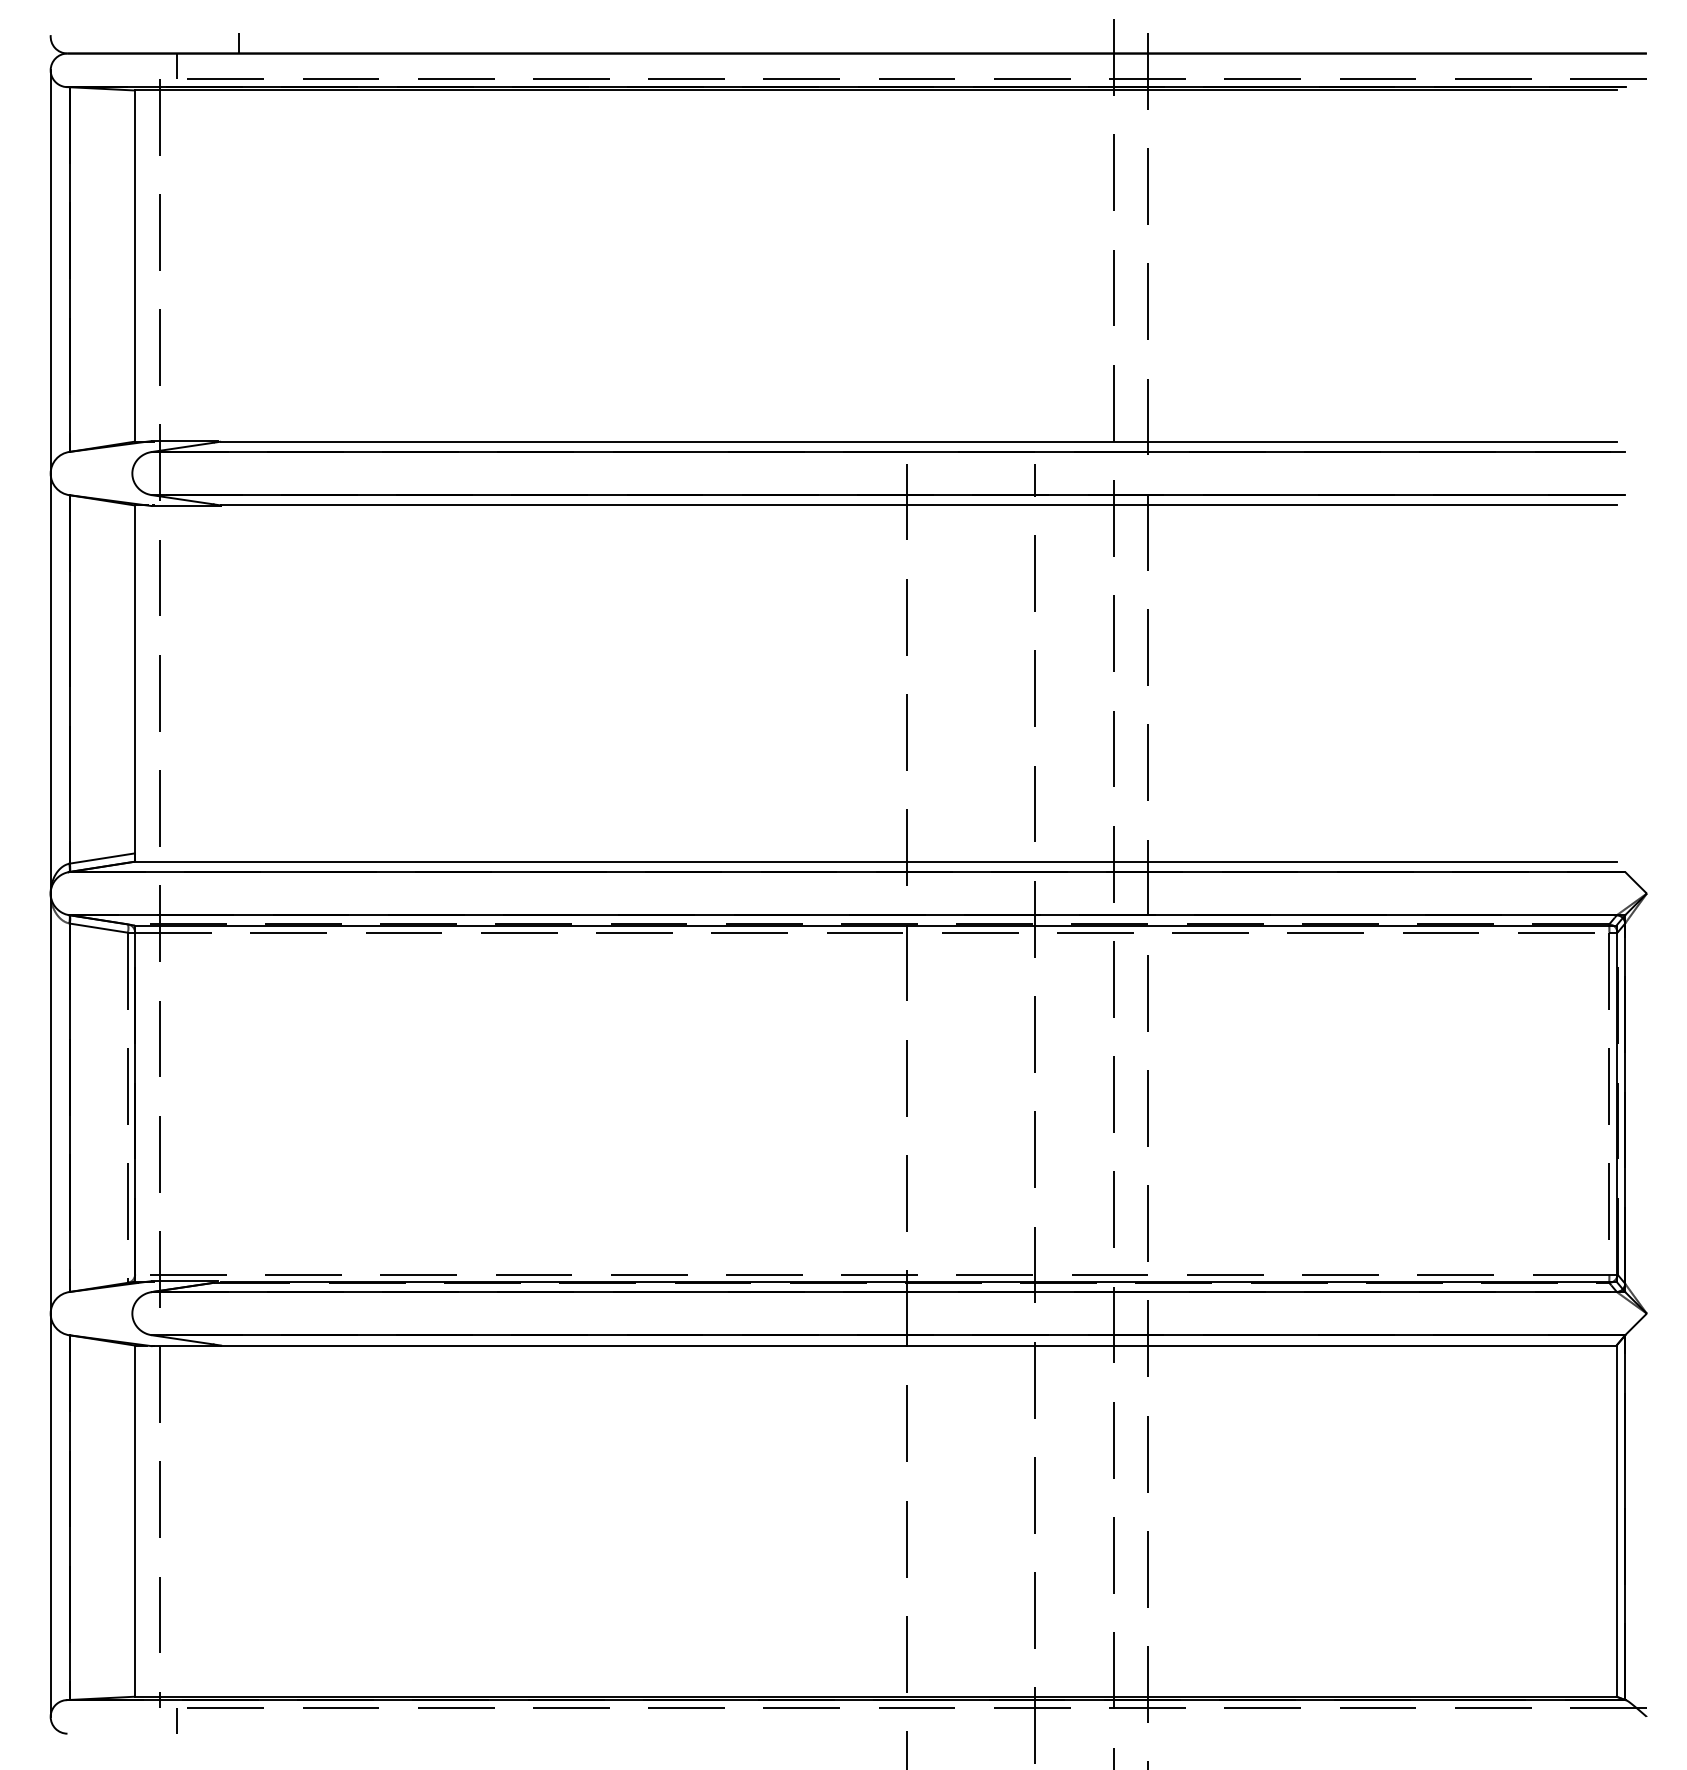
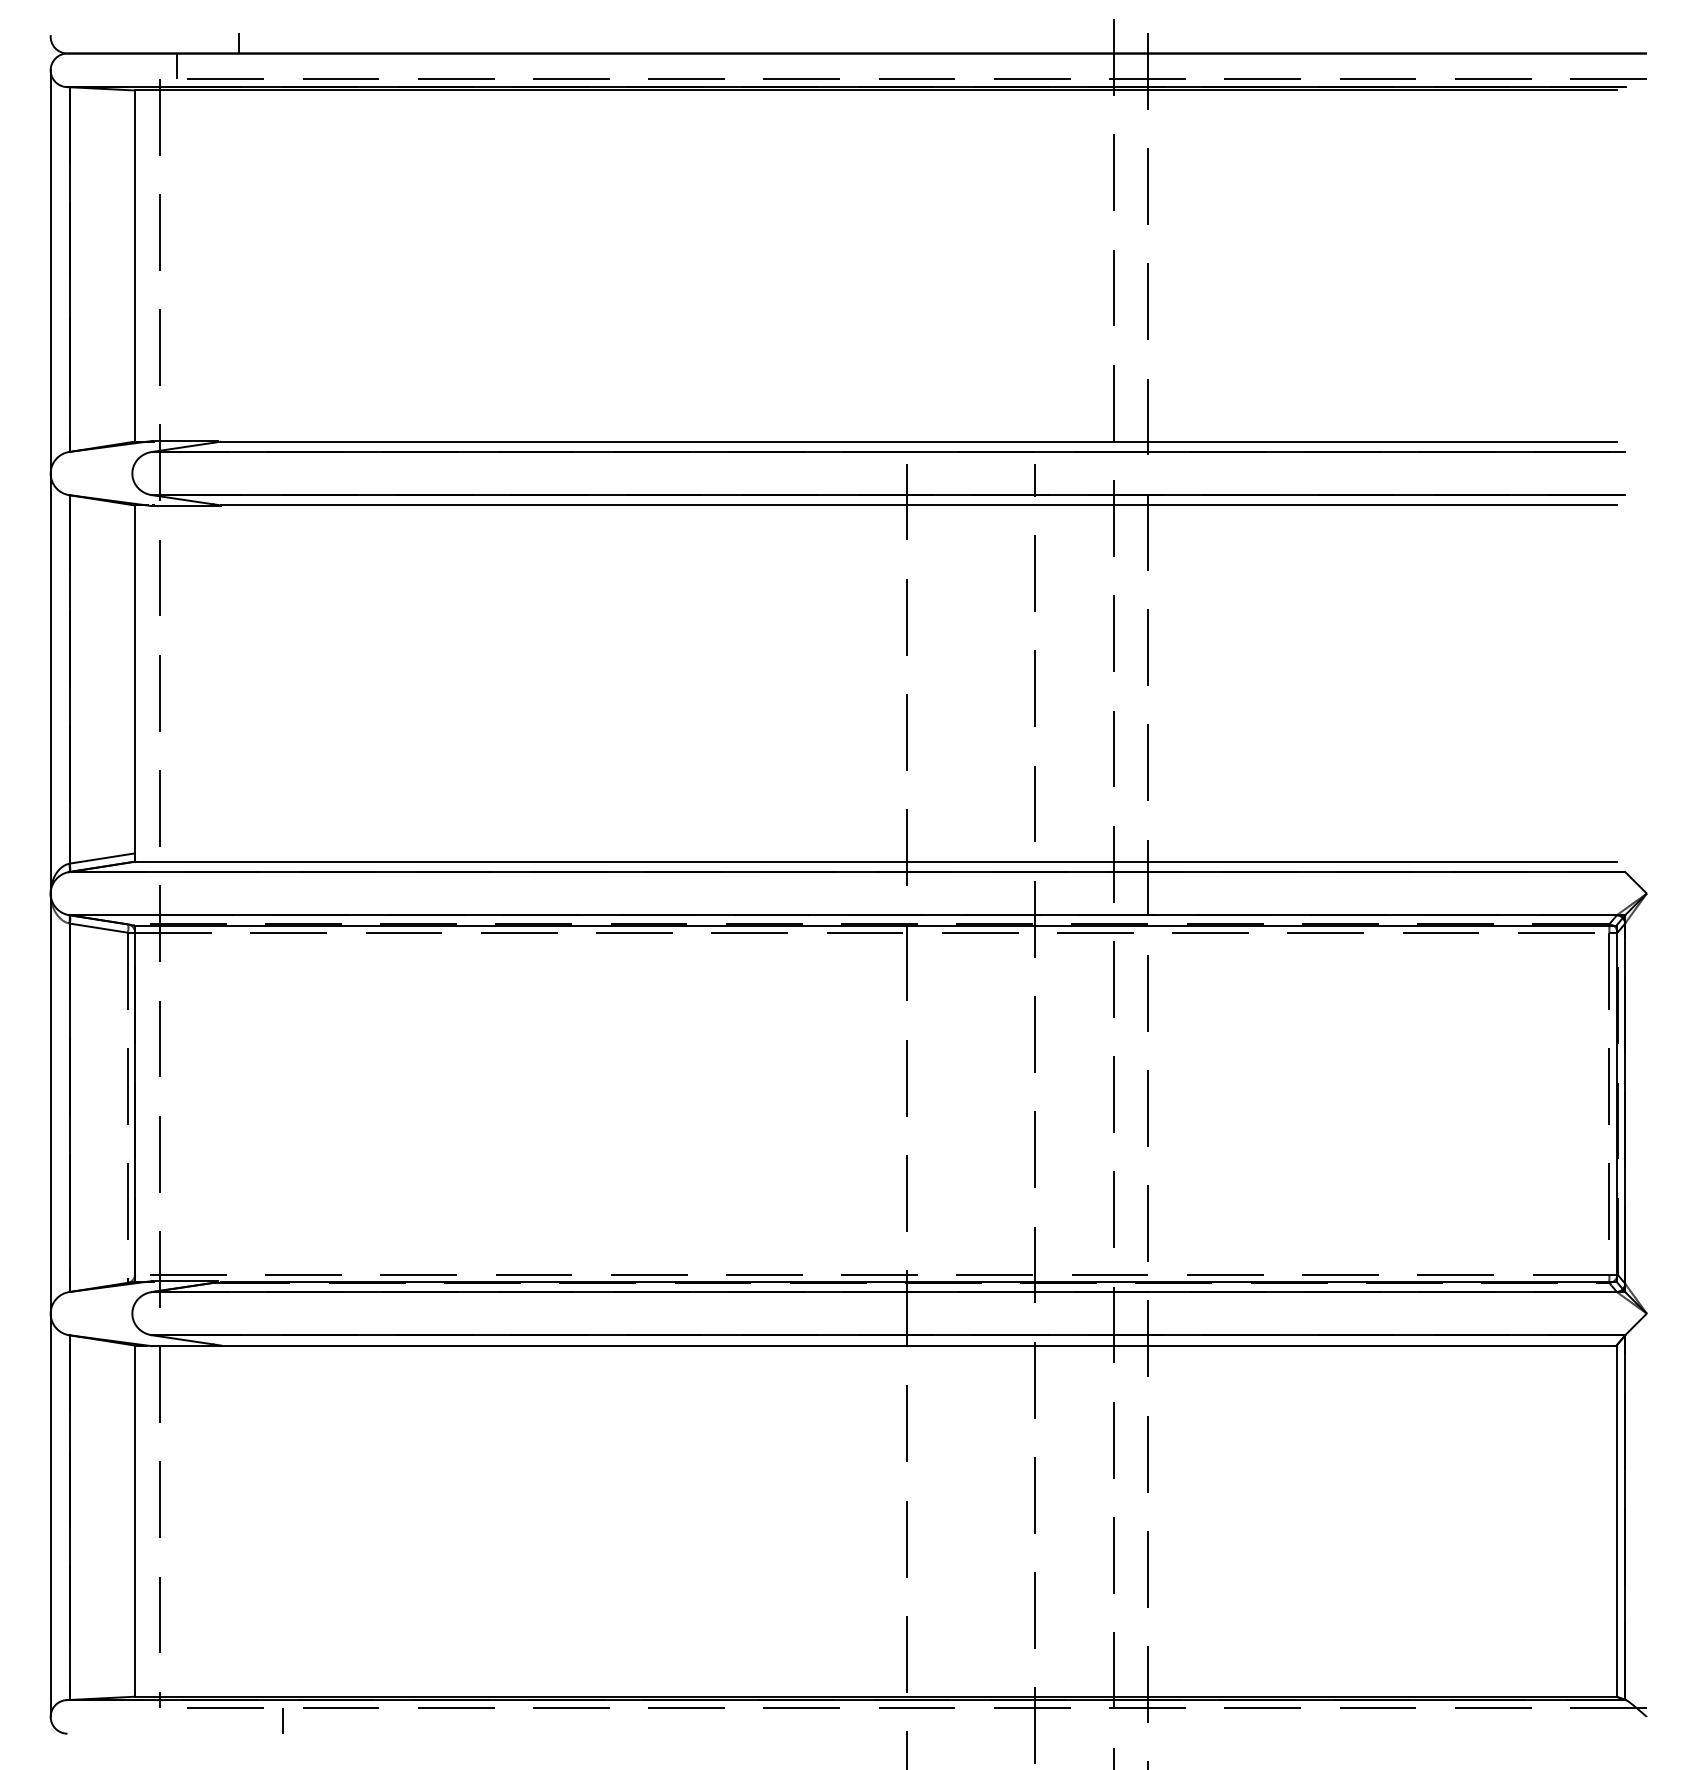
line at (176, 1720) position: (176, 1720) -> (282, 1720)
